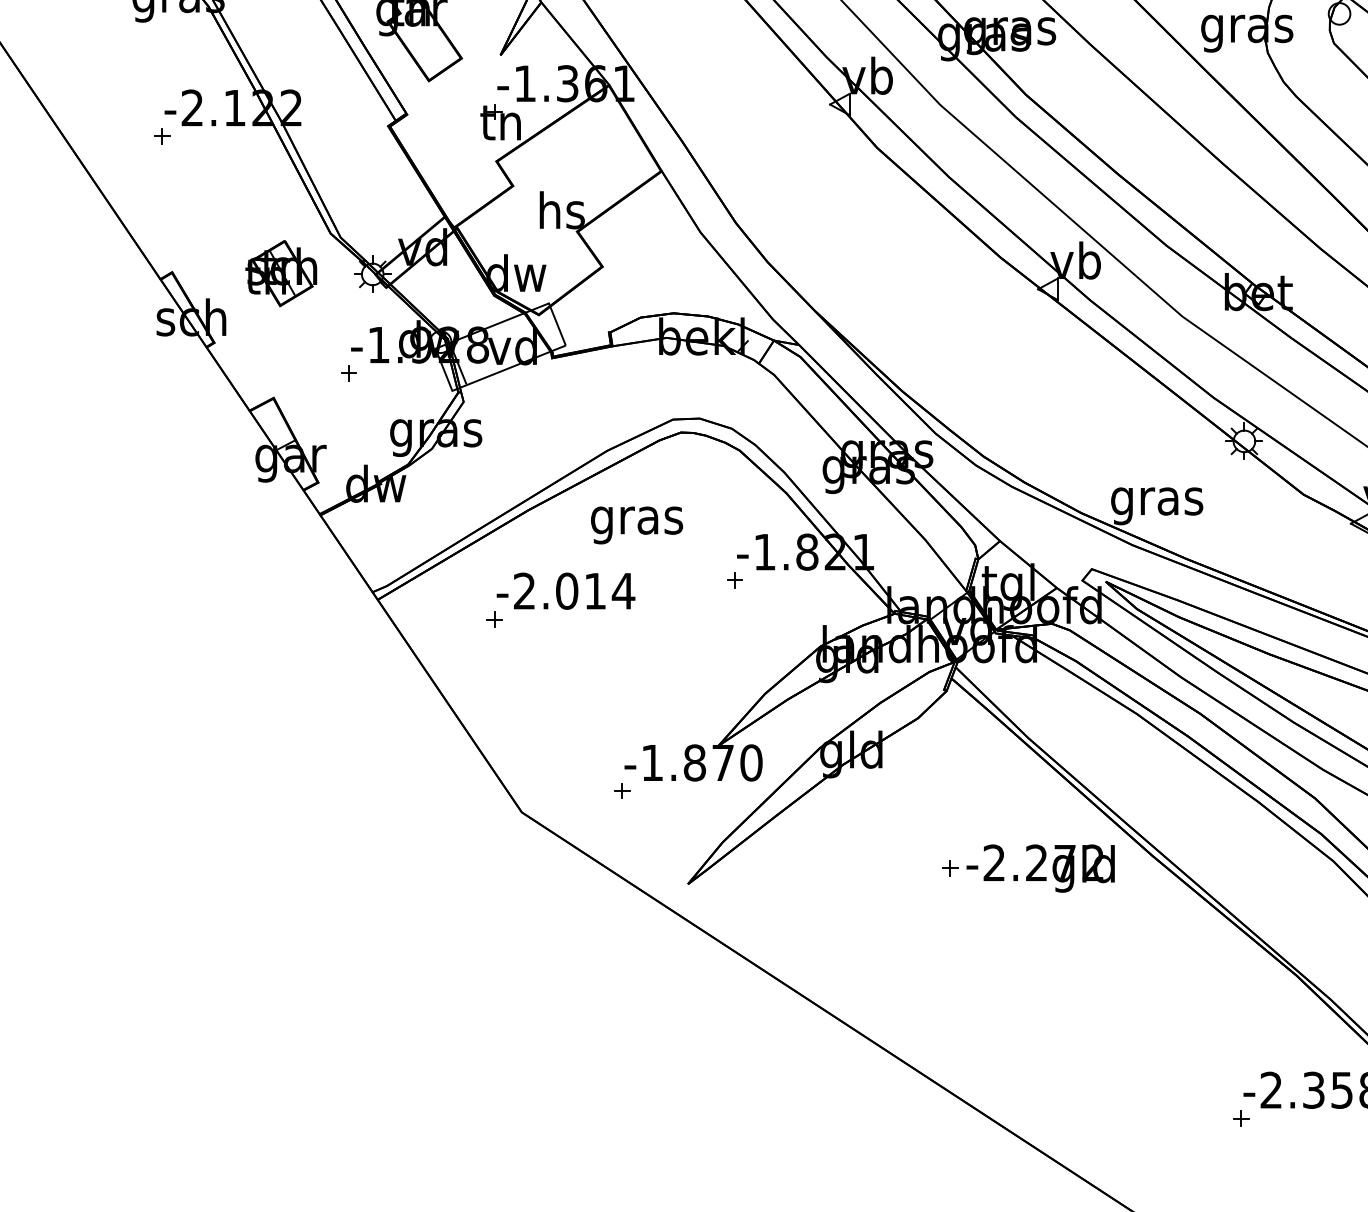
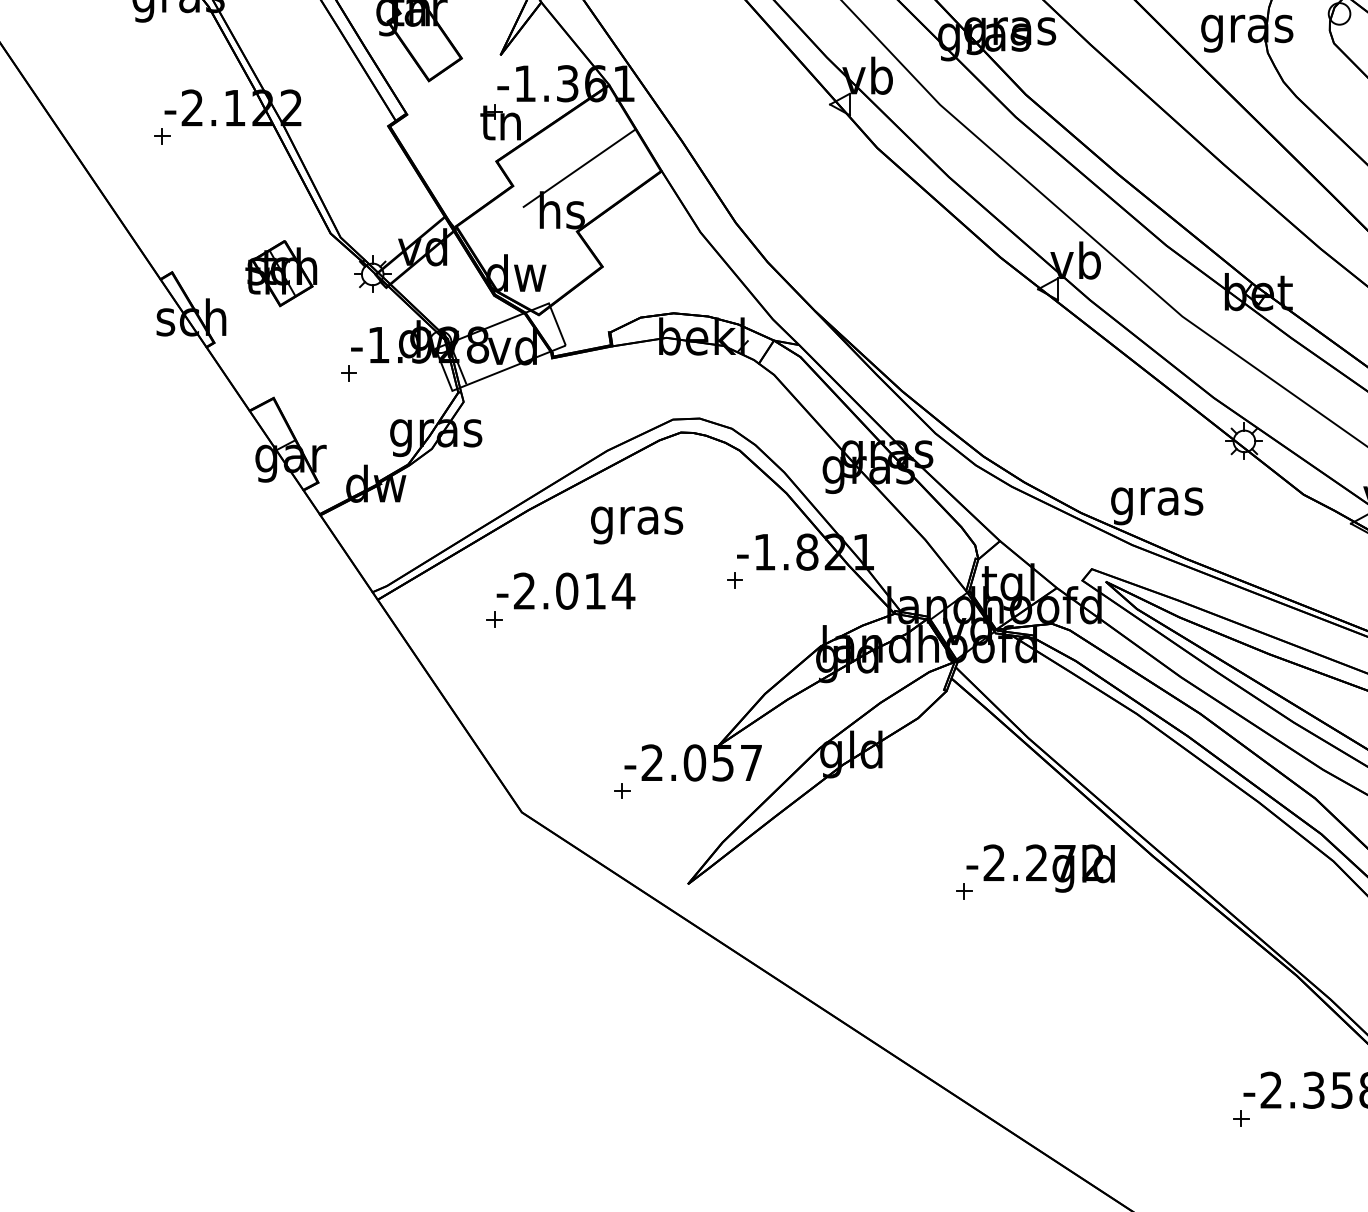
line at (578, 168): none -> present
text at (701, 762): -1.870 -> -2.057
part at (950, 868) position: (950, 868) -> (964, 891)
